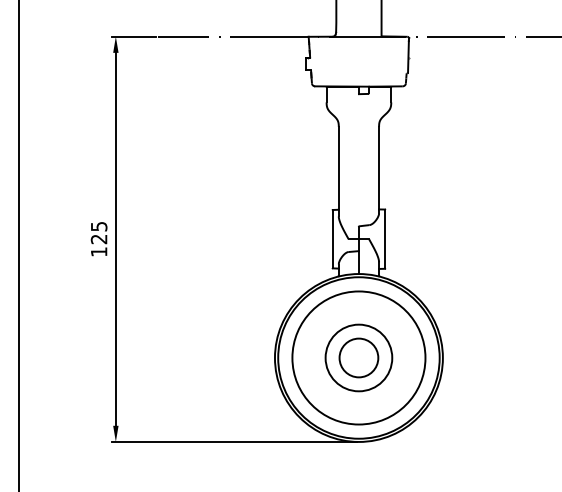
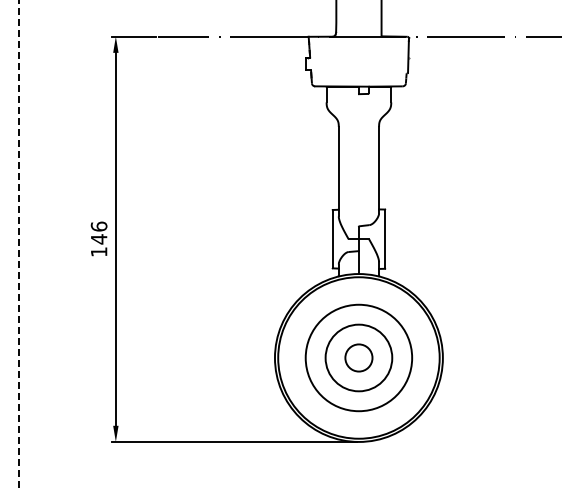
text at (98, 232): 125 -> 146
line at (18, 246): solid -> dashed
circle at (358, 357) diameter: 133 px -> 106 px
circle at (358, 357) diameter: 39 px -> 27 px
